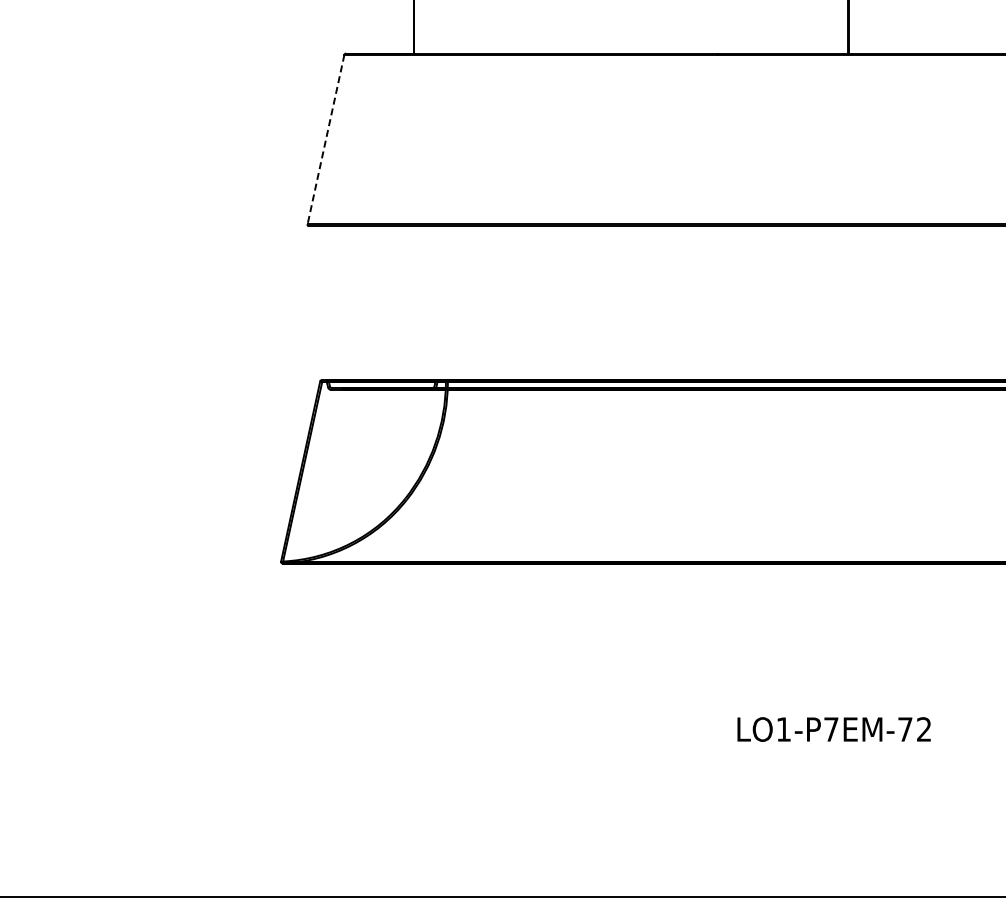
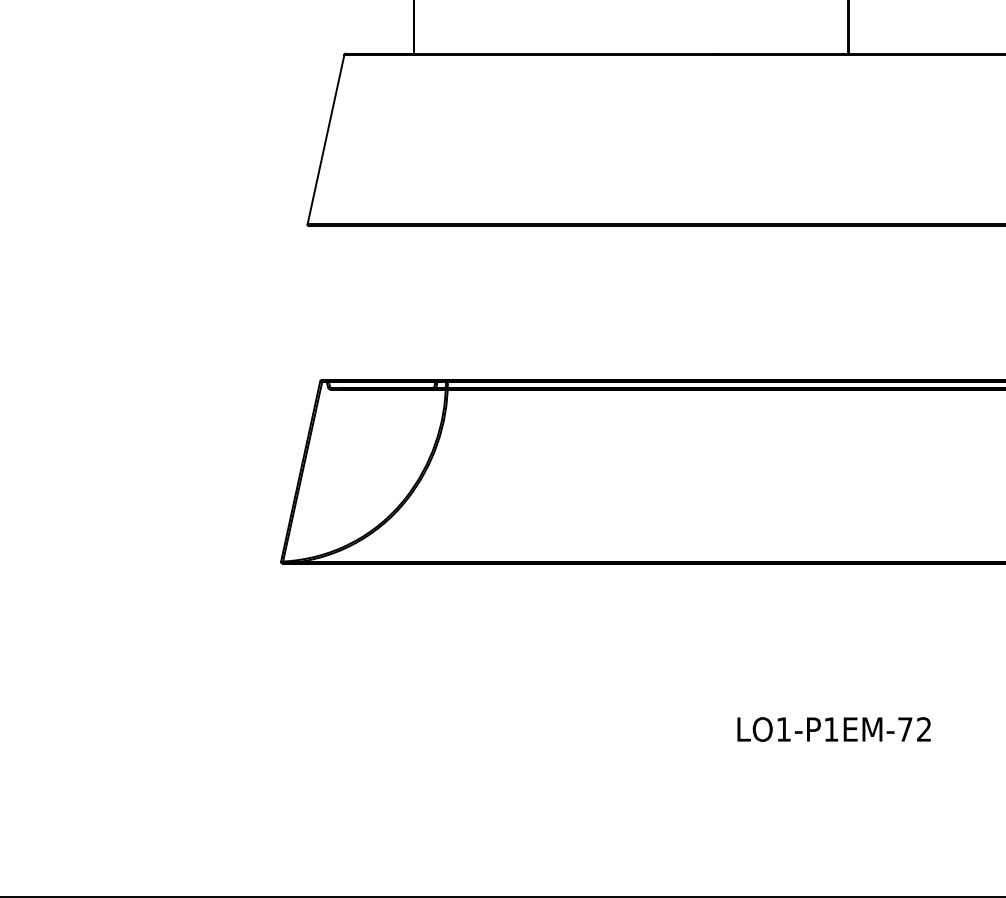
line at (326, 139): dashed -> solid
text at (831, 729): LO1-P7EM-72 -> LO1-P1EM-72
